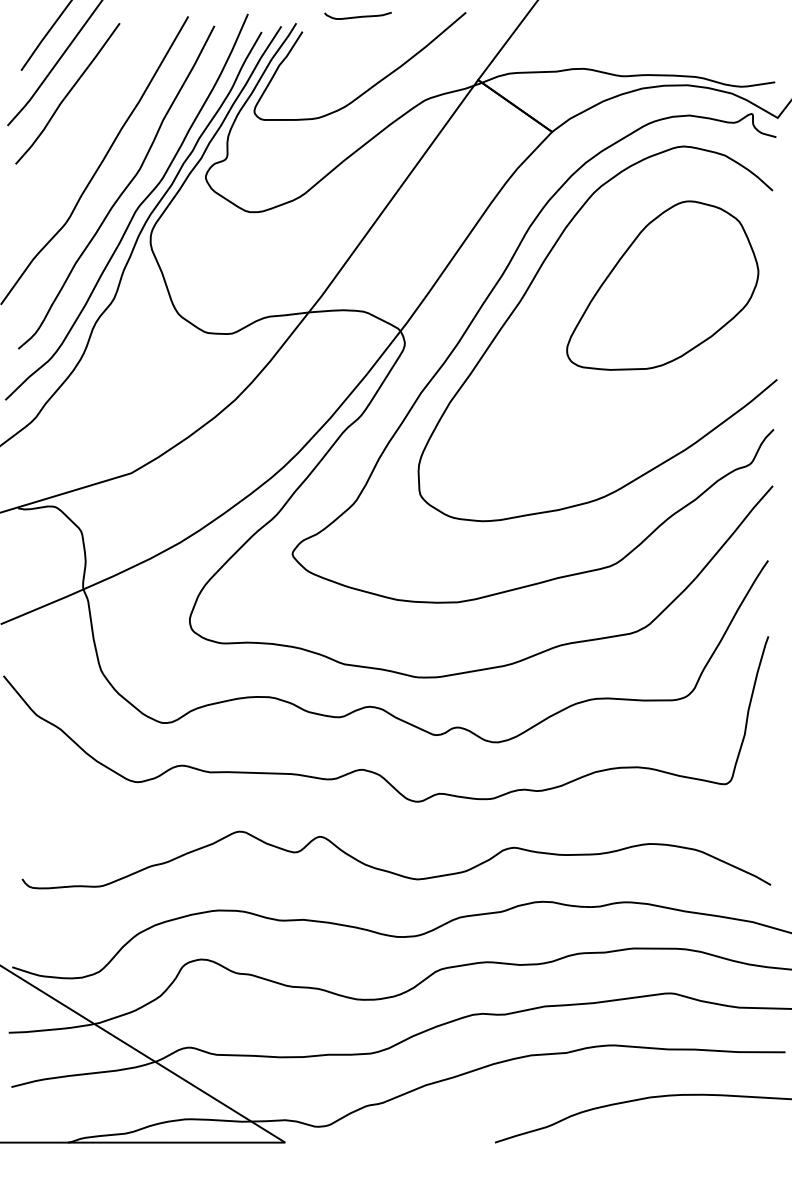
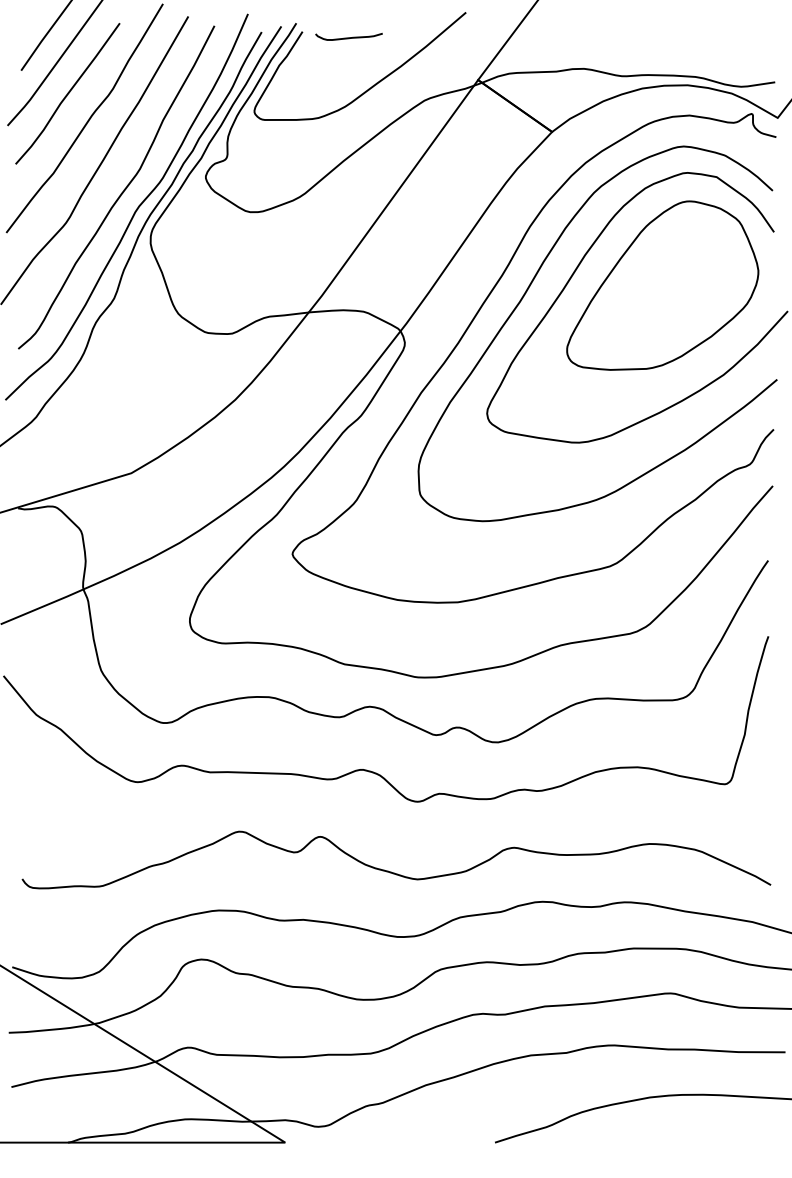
curve at (357, 16) position: (357, 16) -> (348, 37)
curve at (87, 120): none -> present
curve at (577, 269): none -> present
